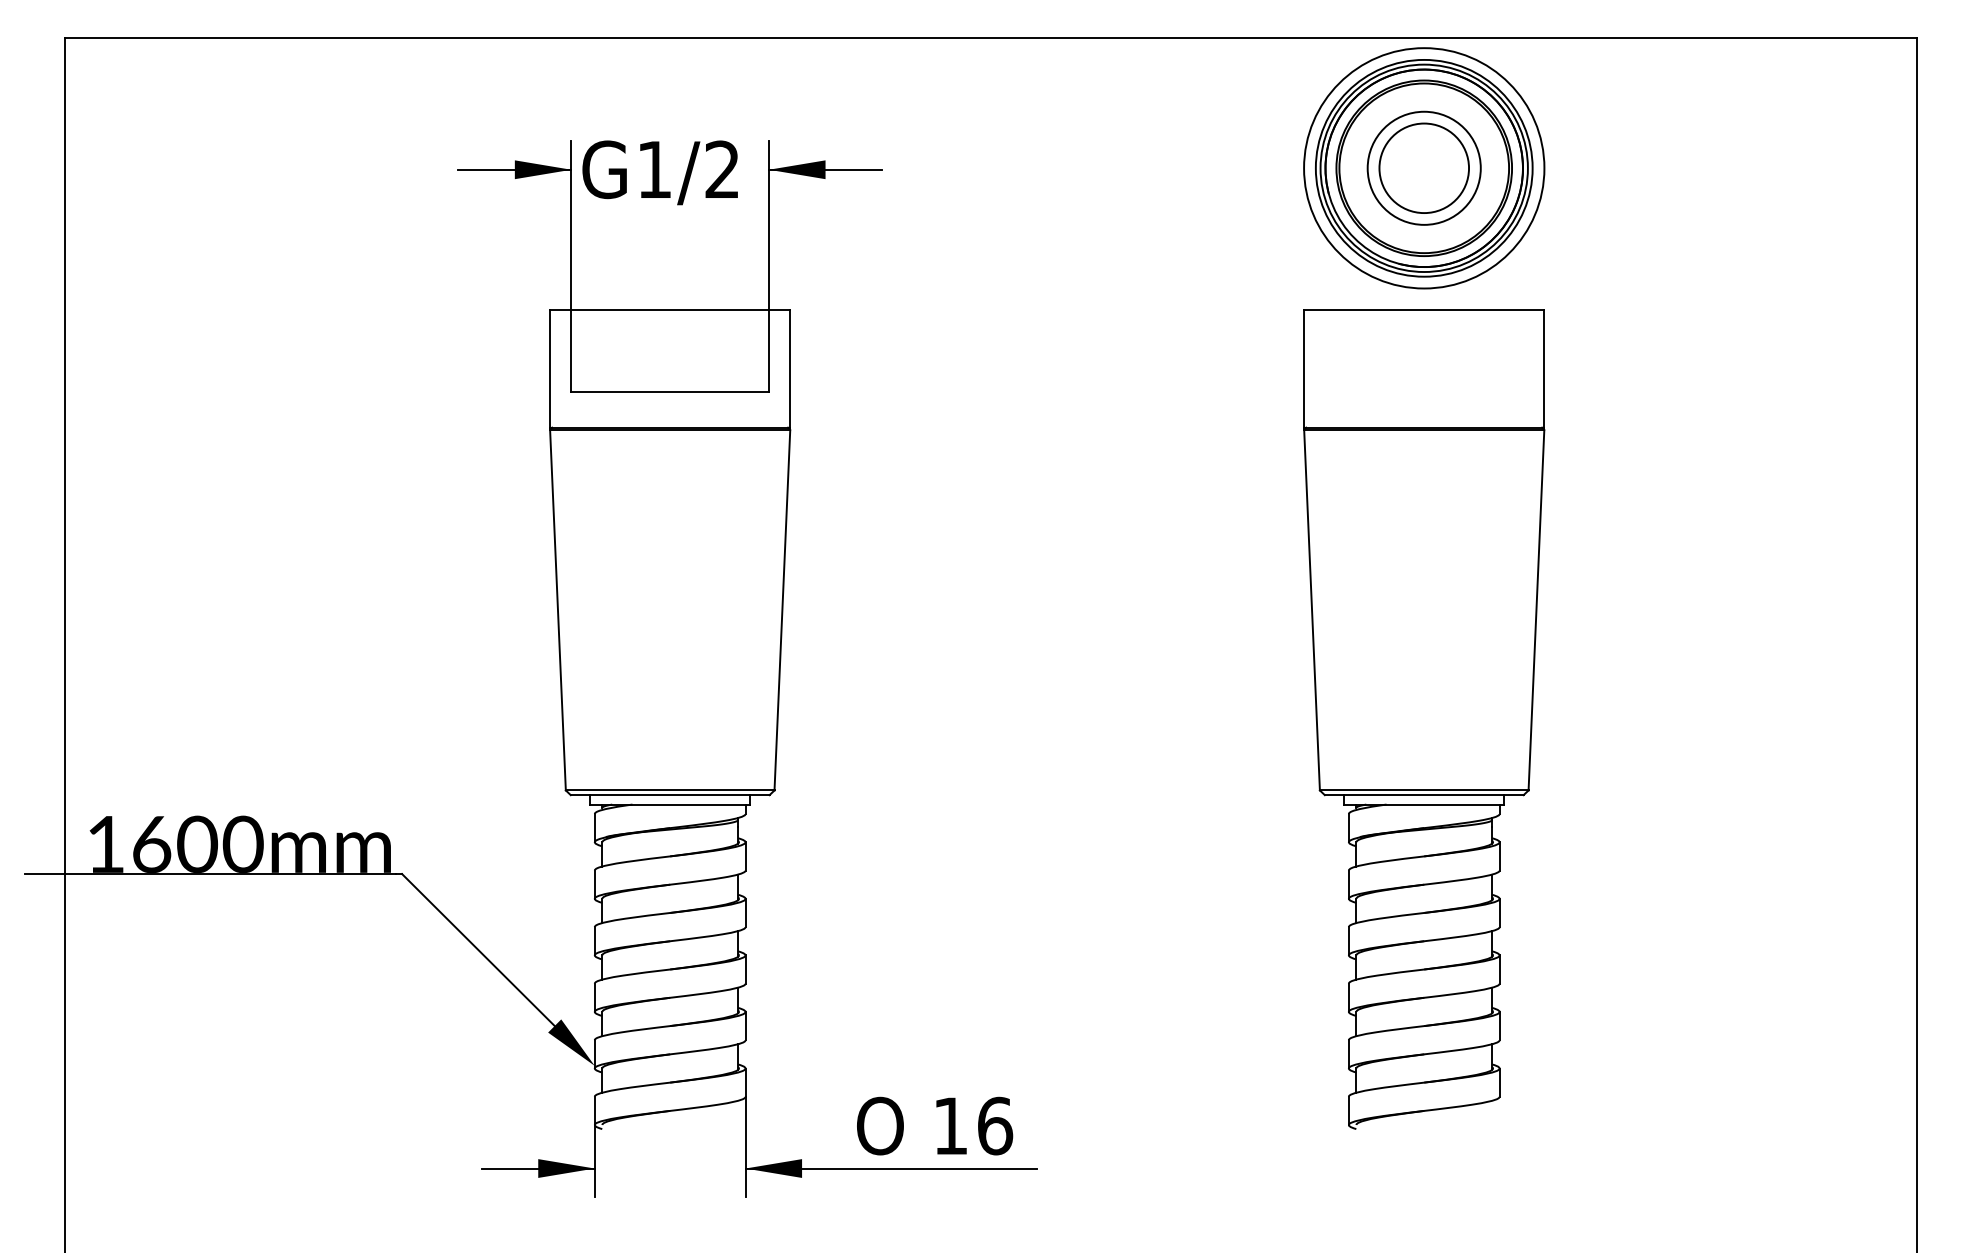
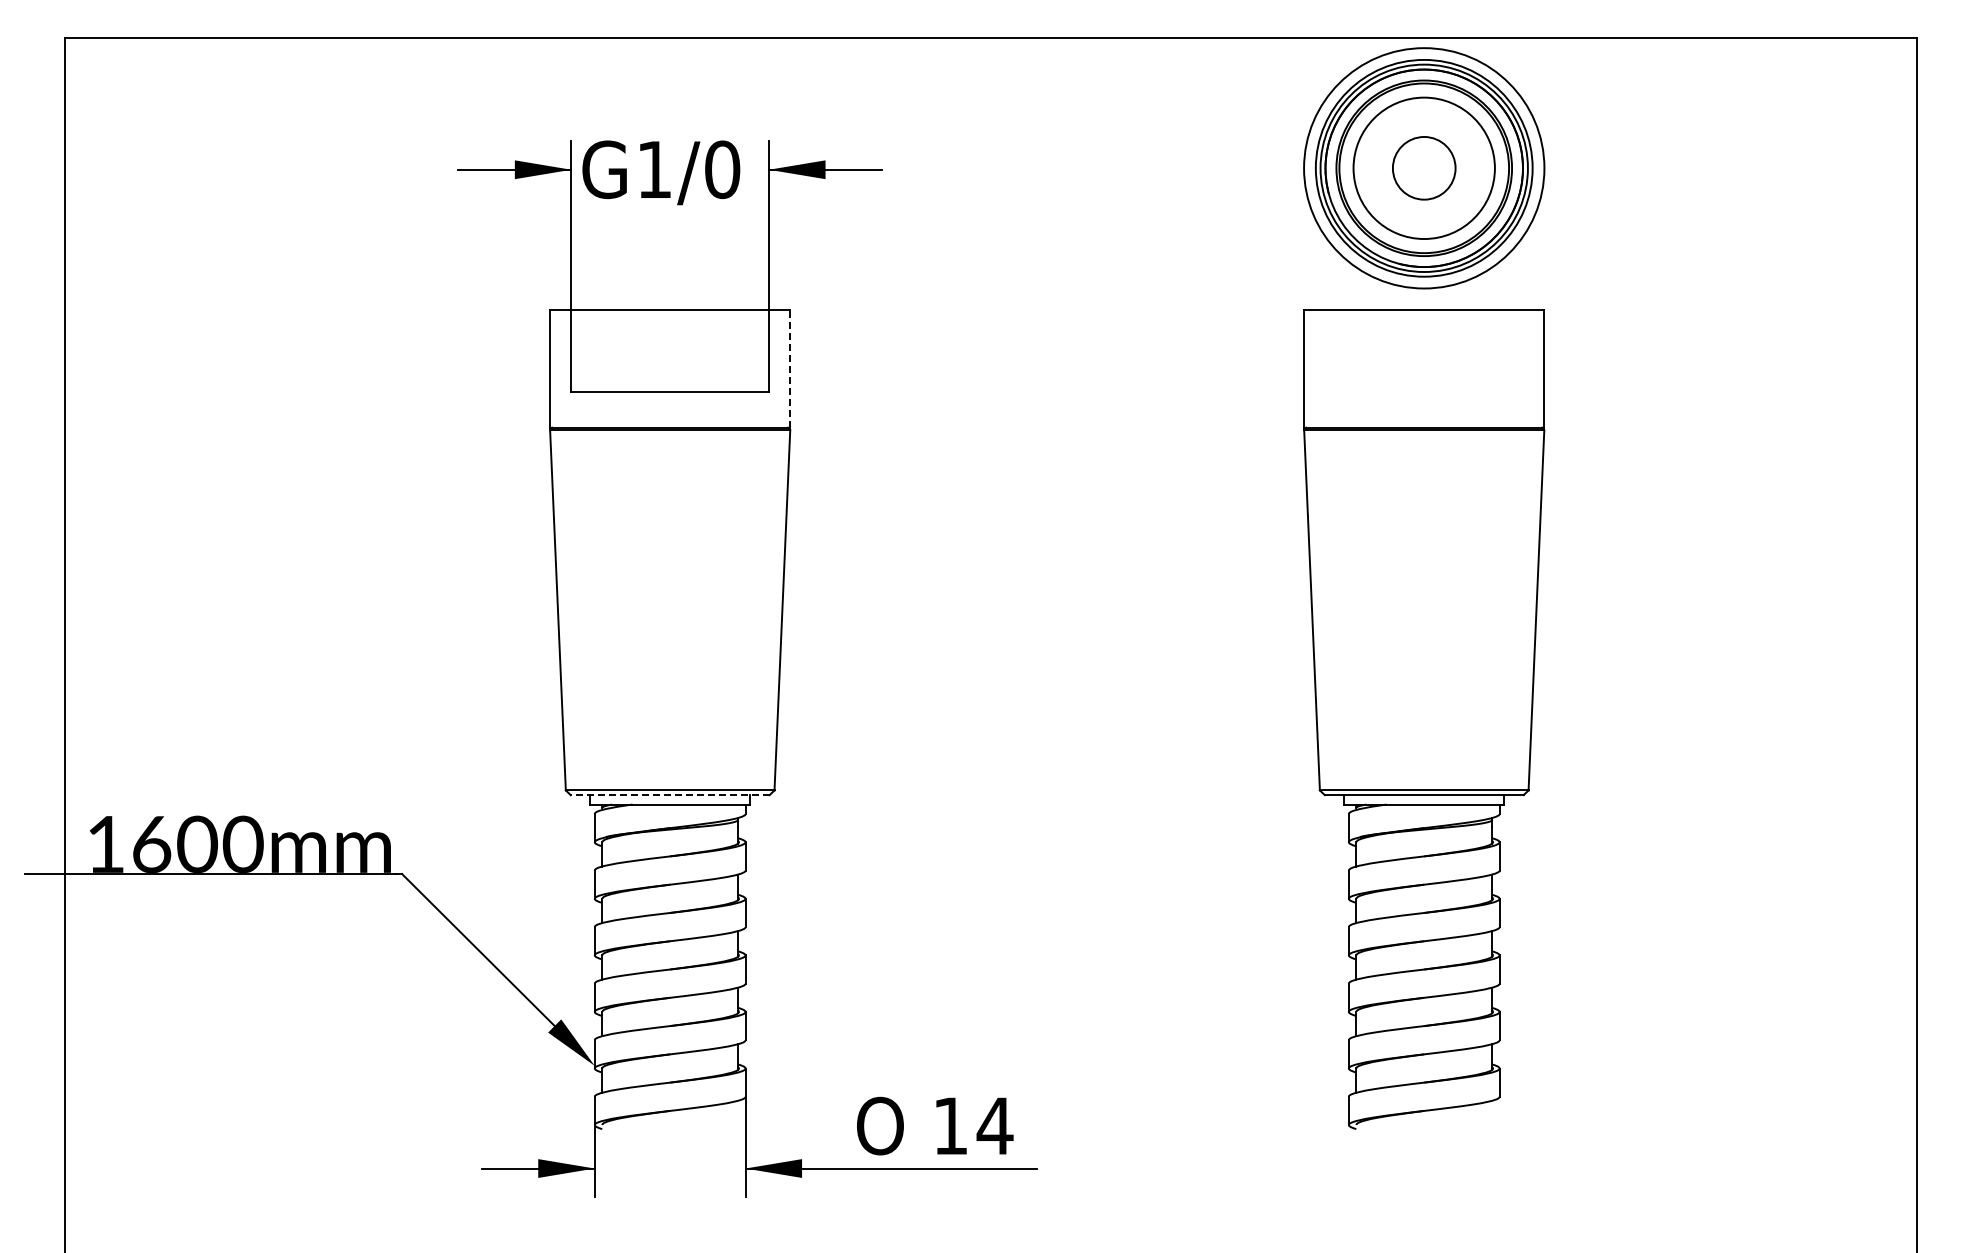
circle at (1423, 167) diameter: 113 px -> 141 px
circle at (1424, 168) diameter: 90 px -> 63 px
text at (722, 169): G1/2 -> G1/0
line at (790, 368): solid -> dashed
line at (669, 795): solid -> dashed
text at (994, 1125): 16 -> 14
